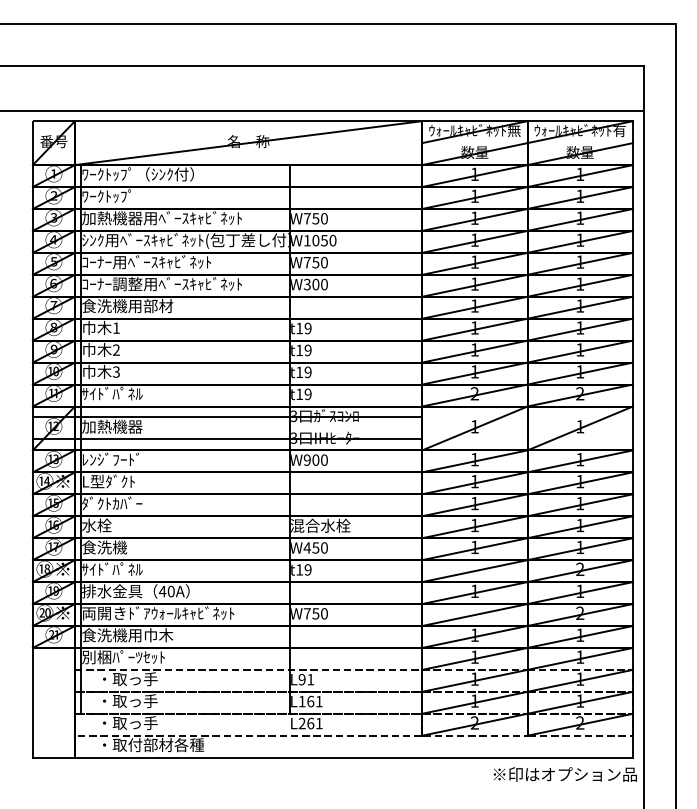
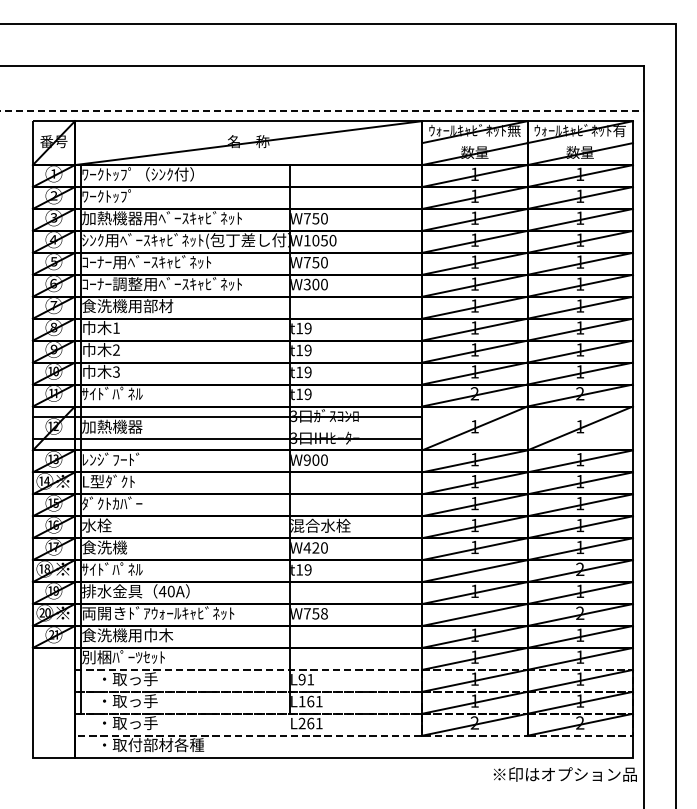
line at (322, 111): solid -> dashed
text at (315, 547): W450 -> W420
text at (324, 613): W750 -> W758
